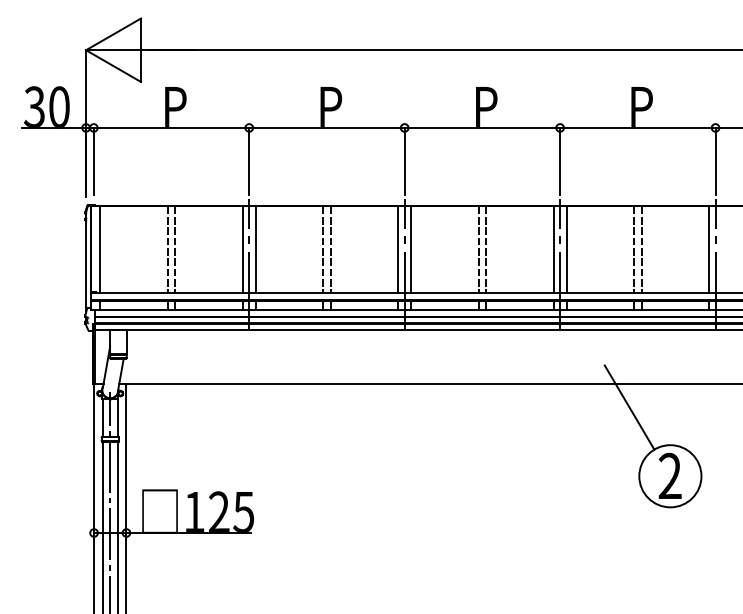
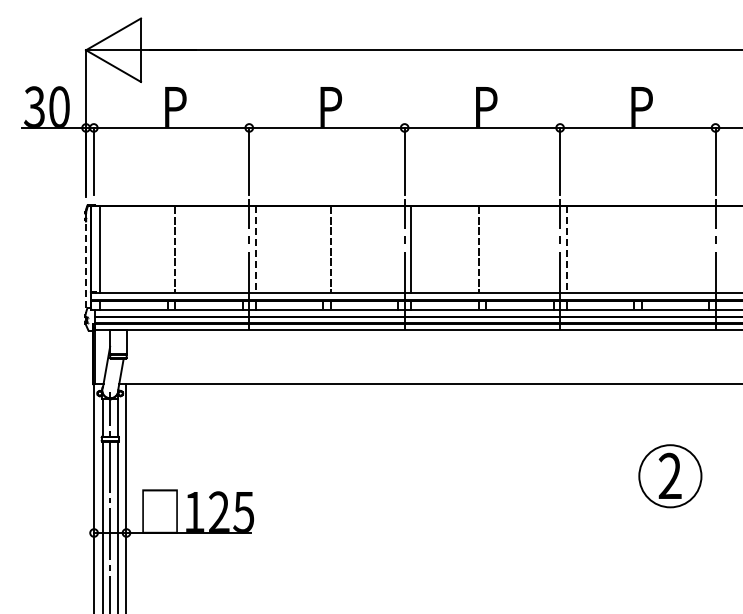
line at (167, 249): present -> none
line at (242, 249): present -> none
line at (323, 249): present -> none
line at (398, 249): present -> none
line at (486, 249): present -> none
line at (553, 249): present -> none
line at (633, 249): present -> none
line at (641, 249): present -> none
line at (709, 249): present -> none
line at (255, 250): solid -> dashed
line at (566, 250): solid -> dashed
line at (86, 263): solid -> dashed
line at (629, 407): present -> none
